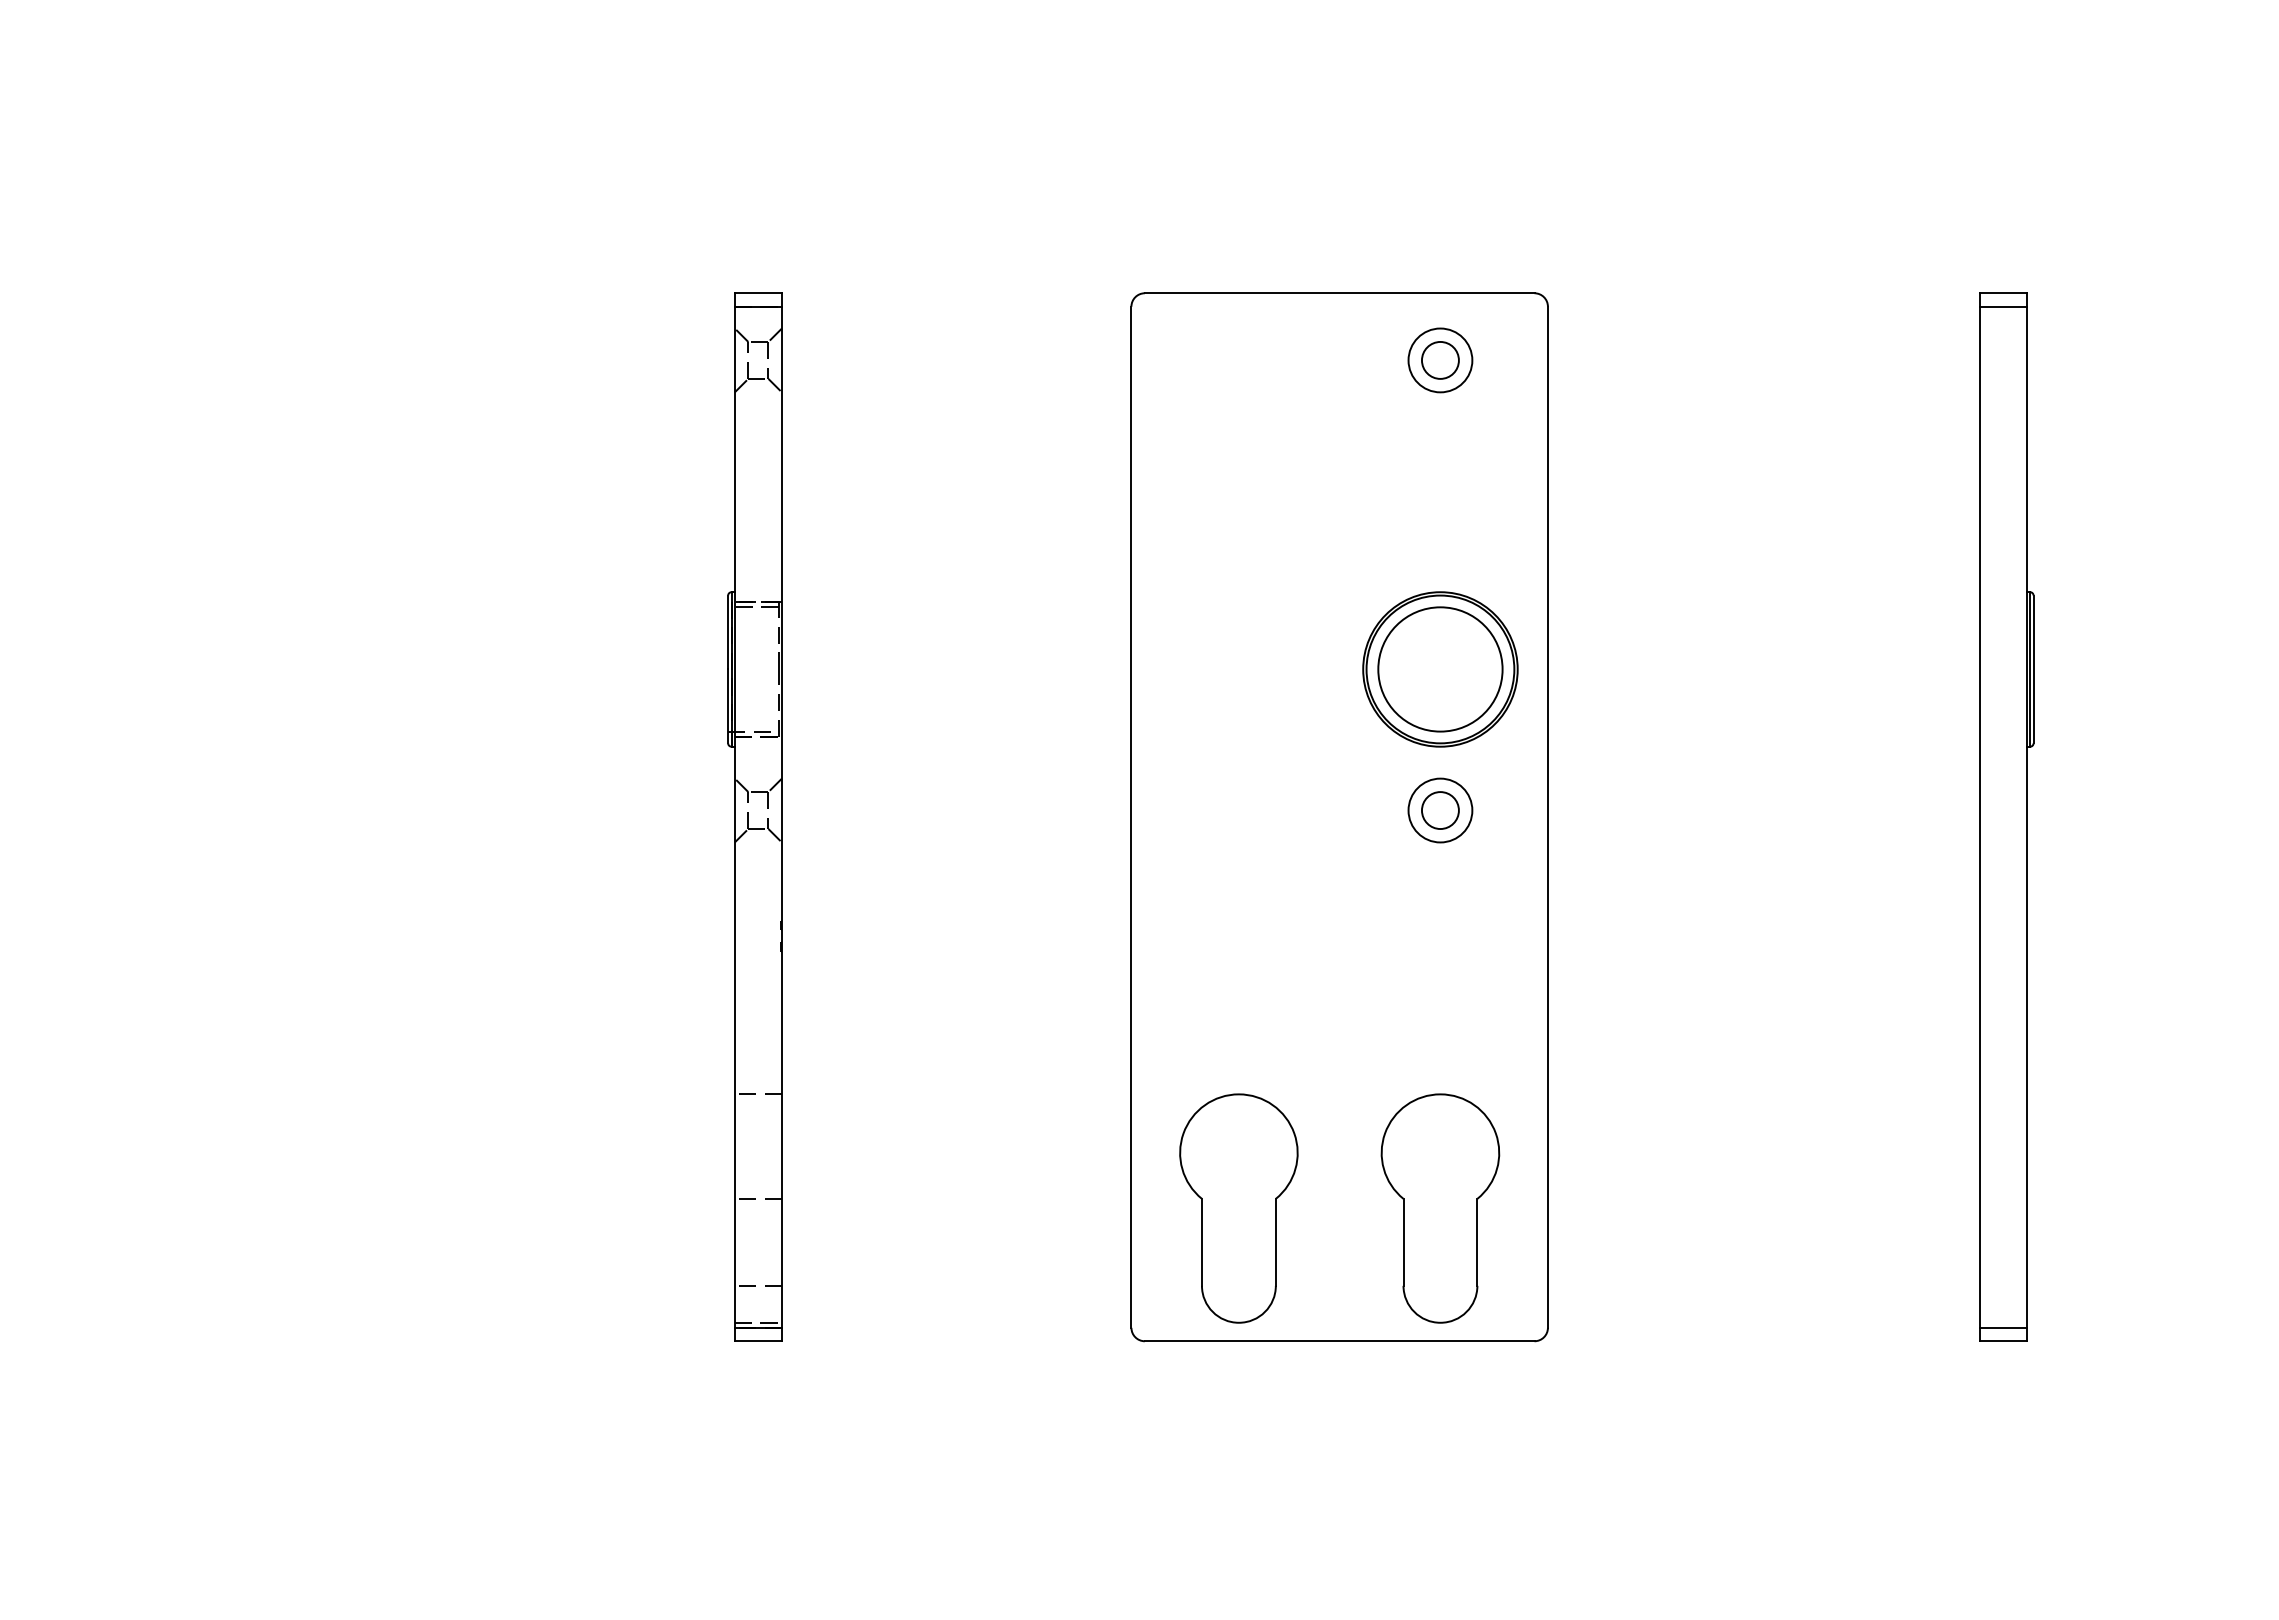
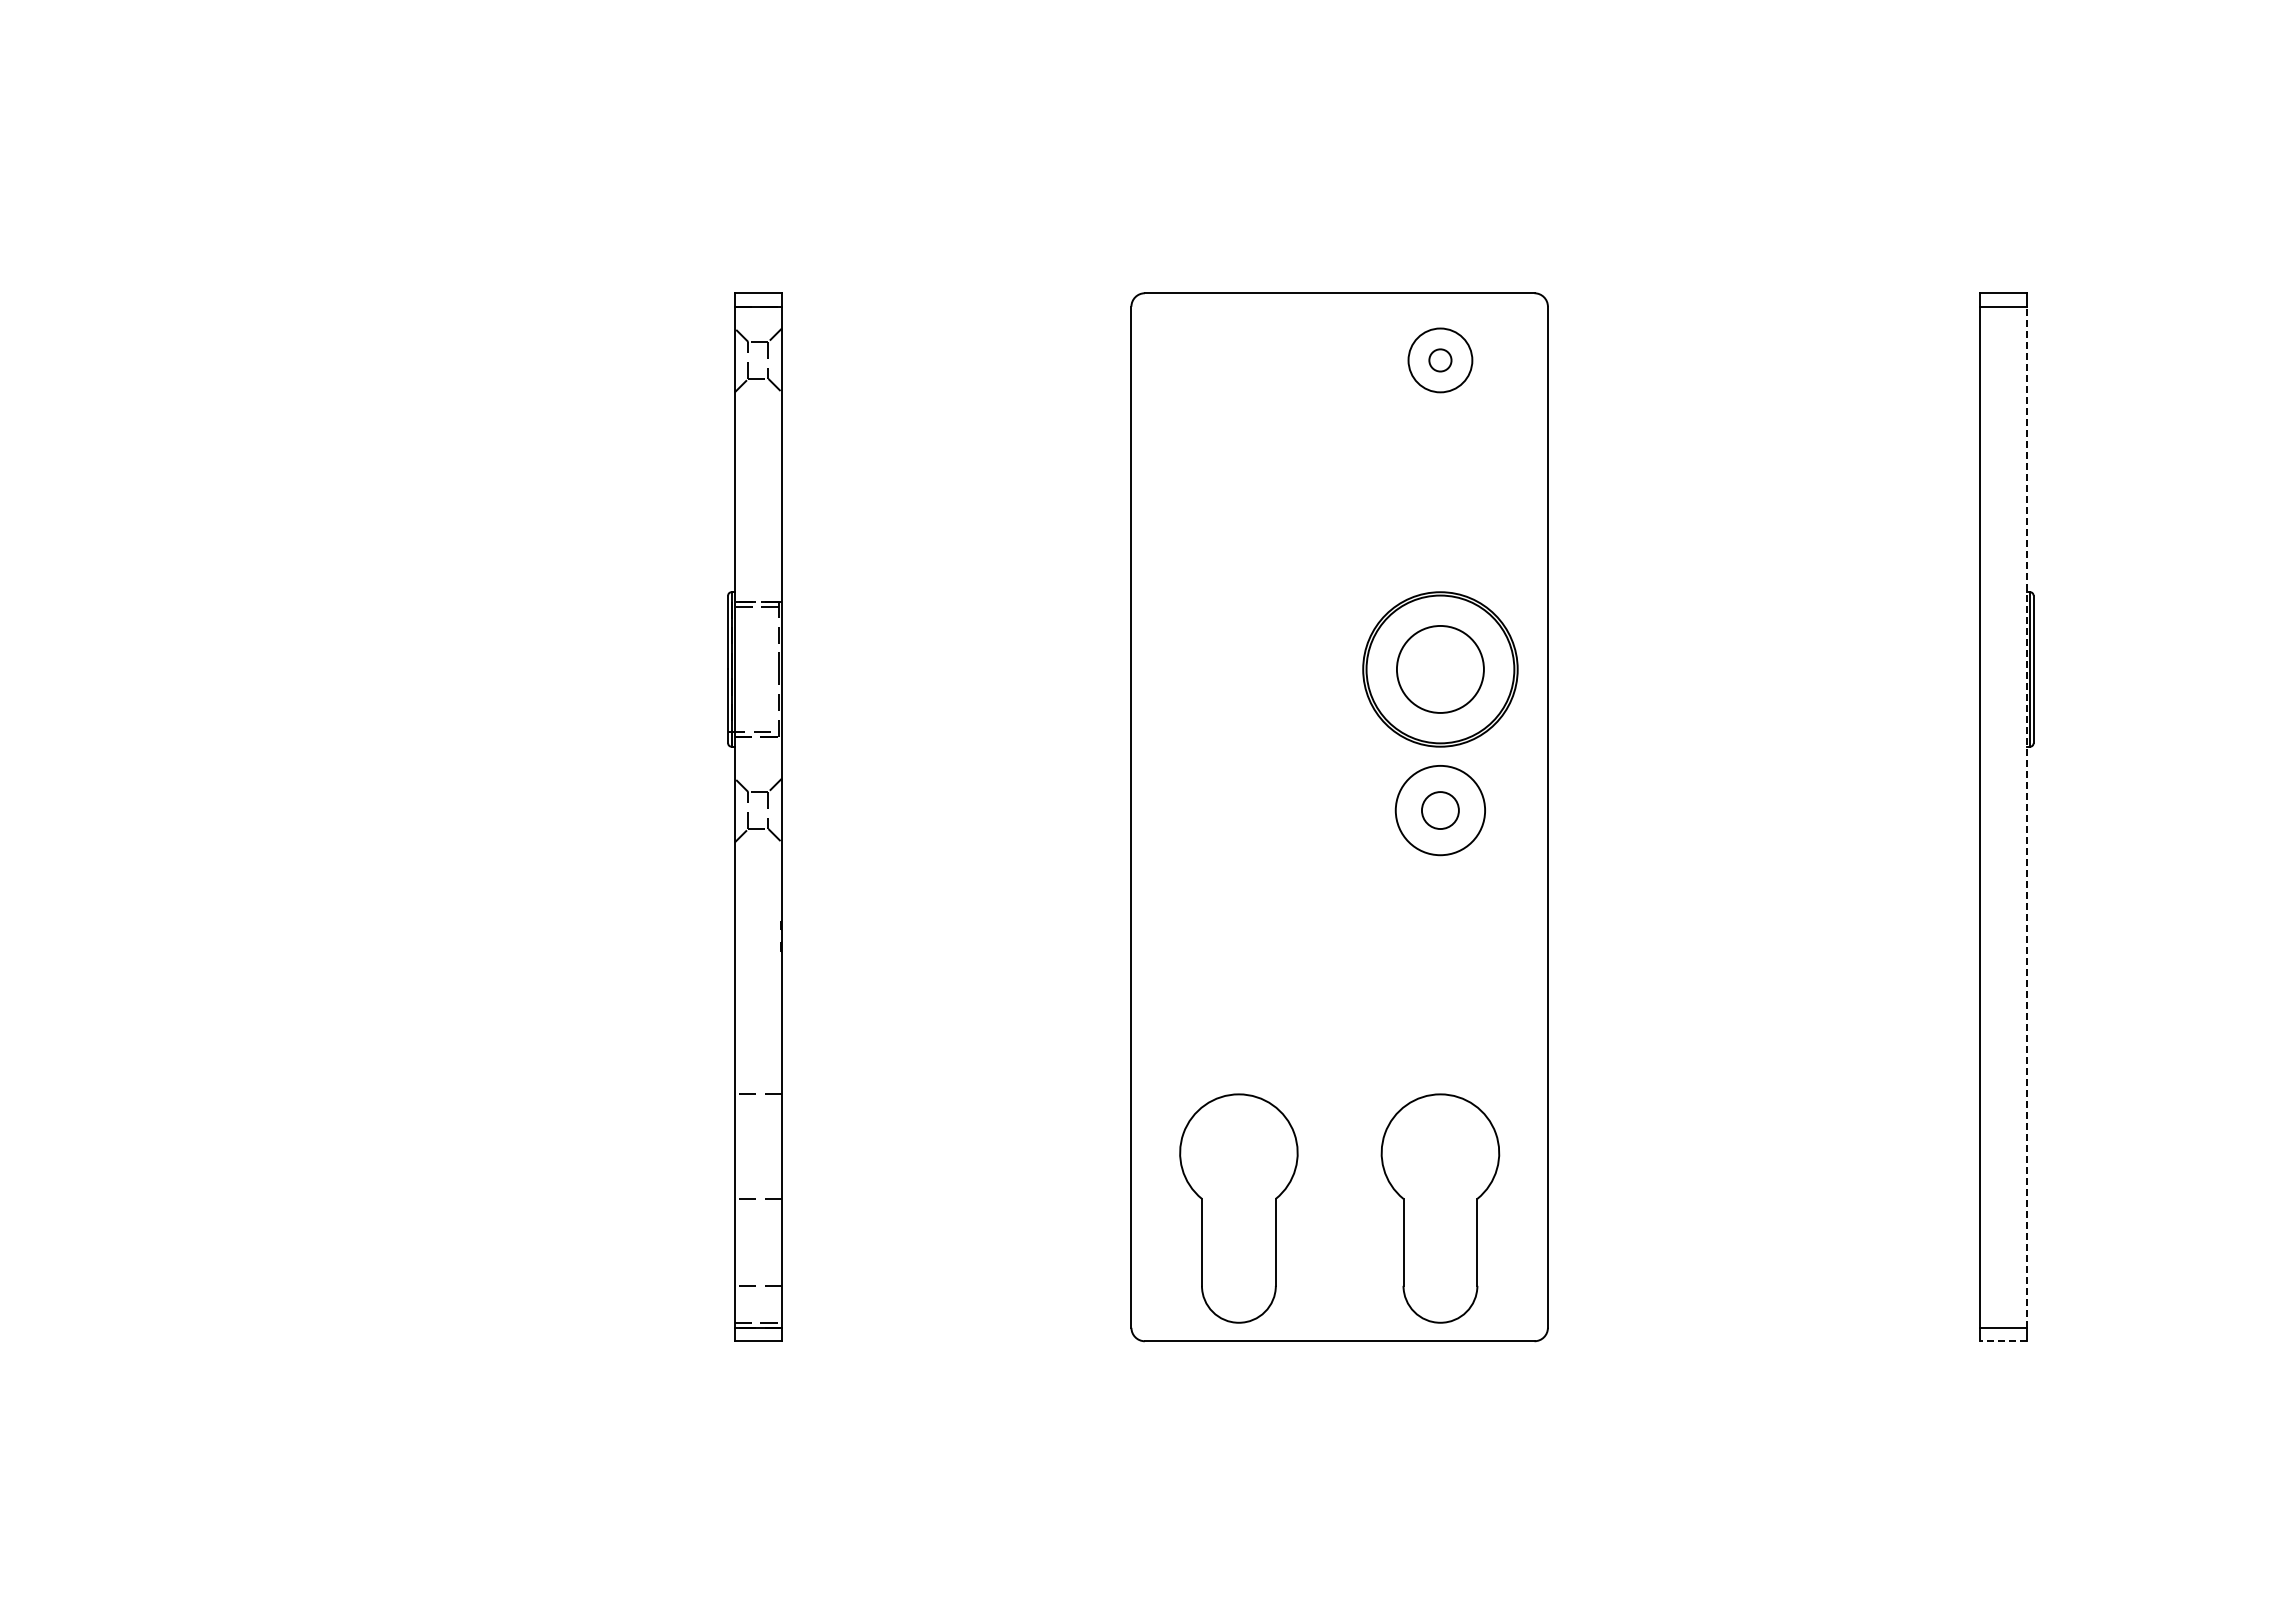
circle at (1439, 359) diameter: 37 px -> 22 px
circle at (1440, 669) diameter: 124 px -> 87 px
circle at (1440, 810) diameter: 64 px -> 89 px
line at (2026, 817): solid -> dashed
line at (2003, 1341): solid -> dashed
